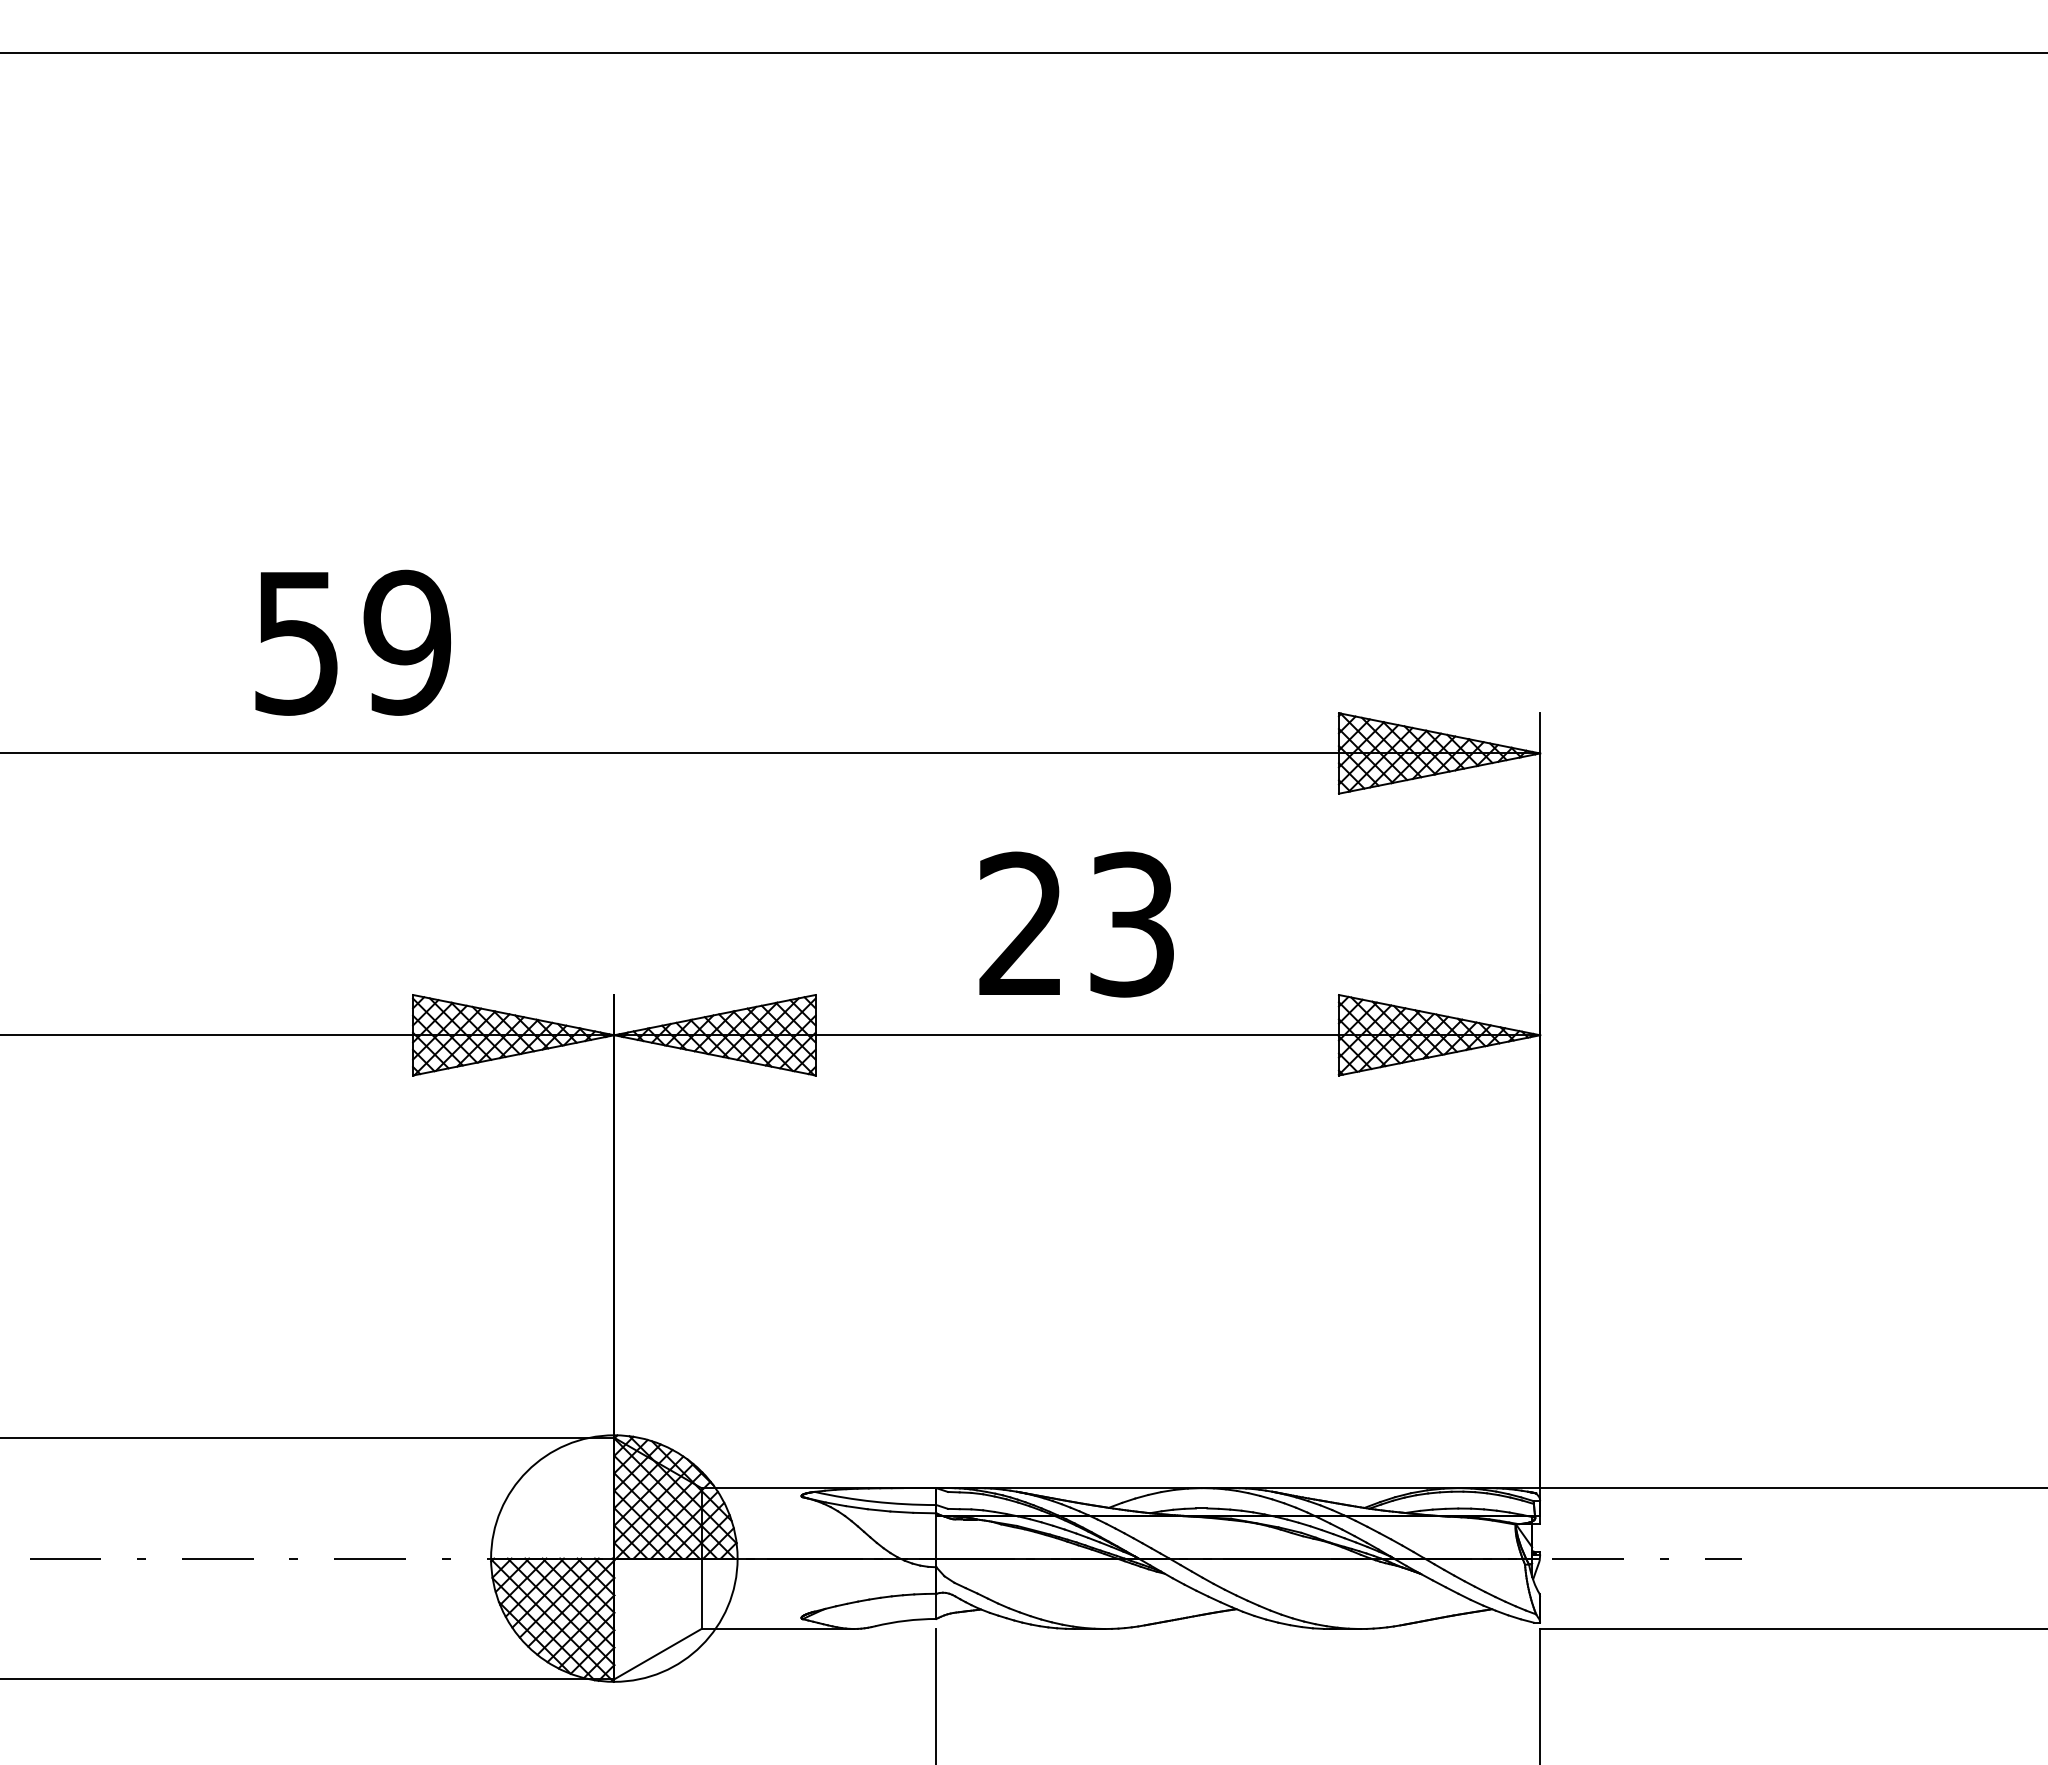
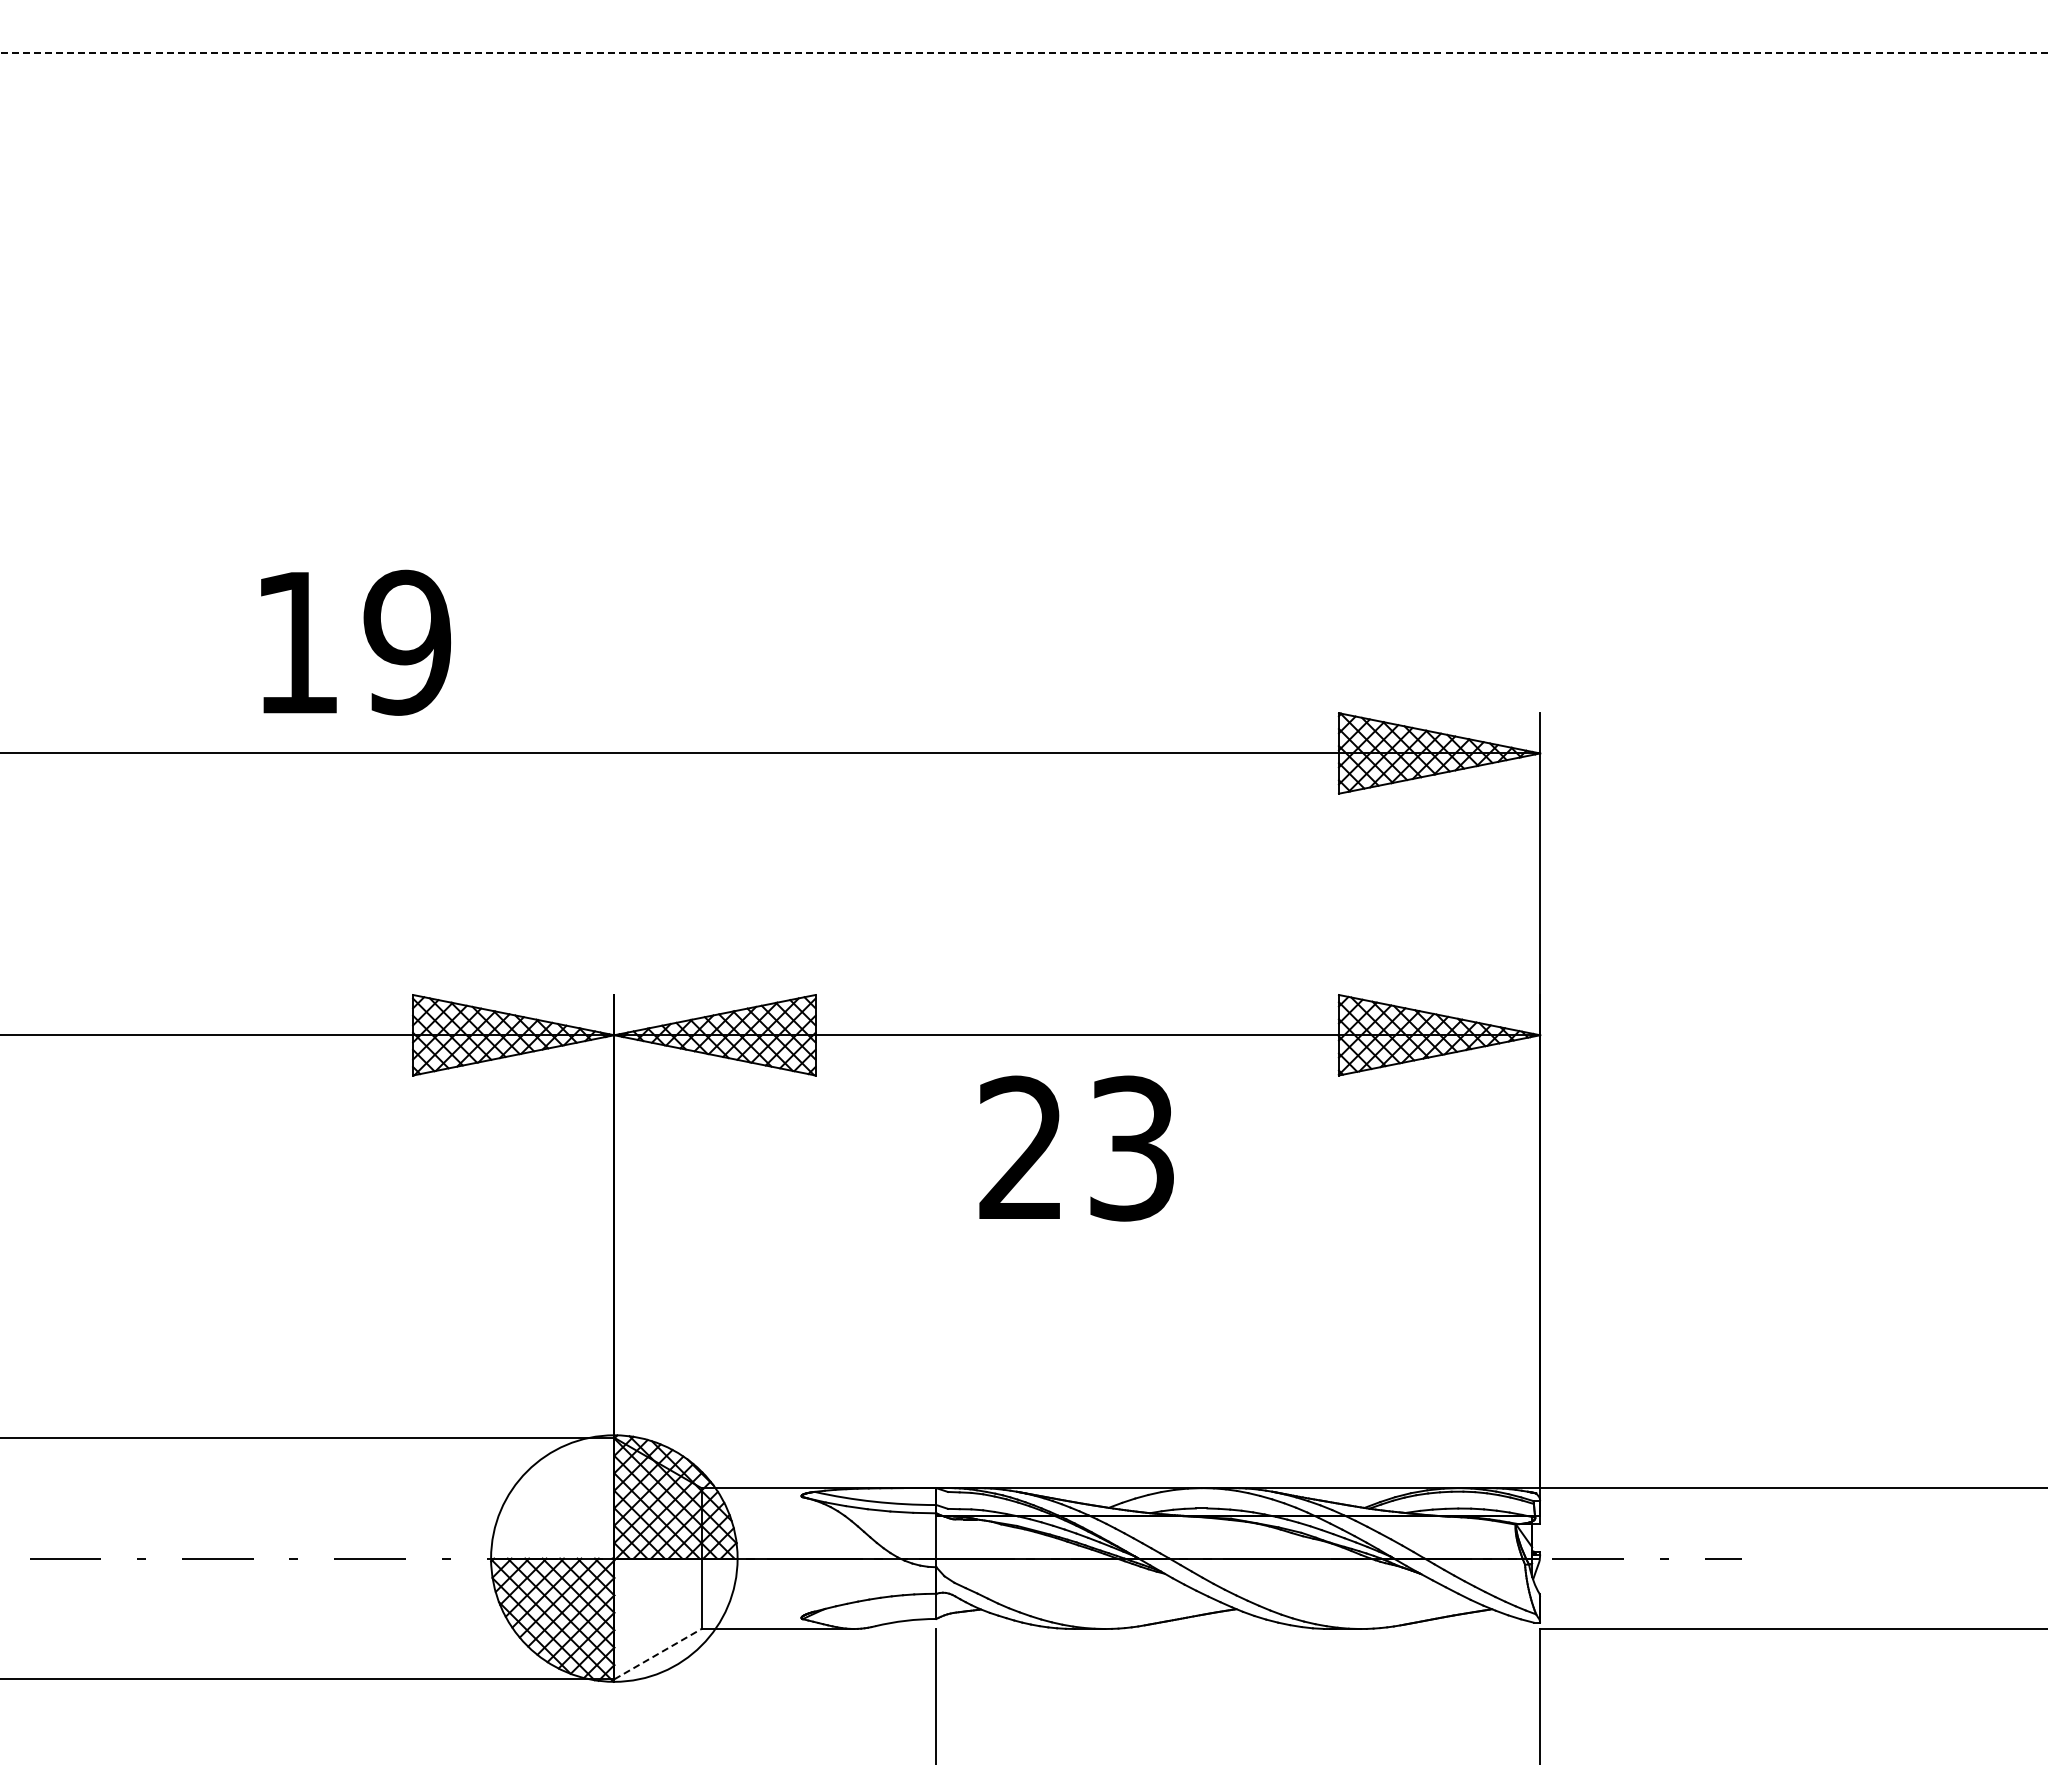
line at (1023, 53): solid -> dashed
text at (296, 643): 59 -> 19
text at (1076, 924) position: (1076, 924) -> (1076, 1148)
line at (658, 1653): solid -> dashed
